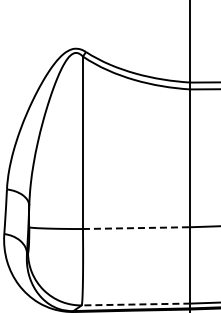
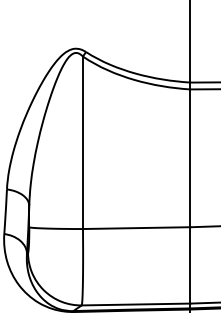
line at (136, 228): dashed -> solid
line at (135, 304): dashed -> solid
